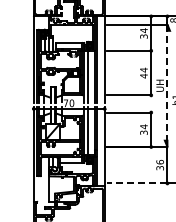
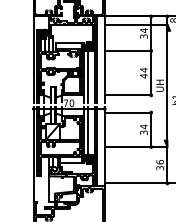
line at (167, 86): dashed -> solid
line at (136, 183): dashed -> solid
